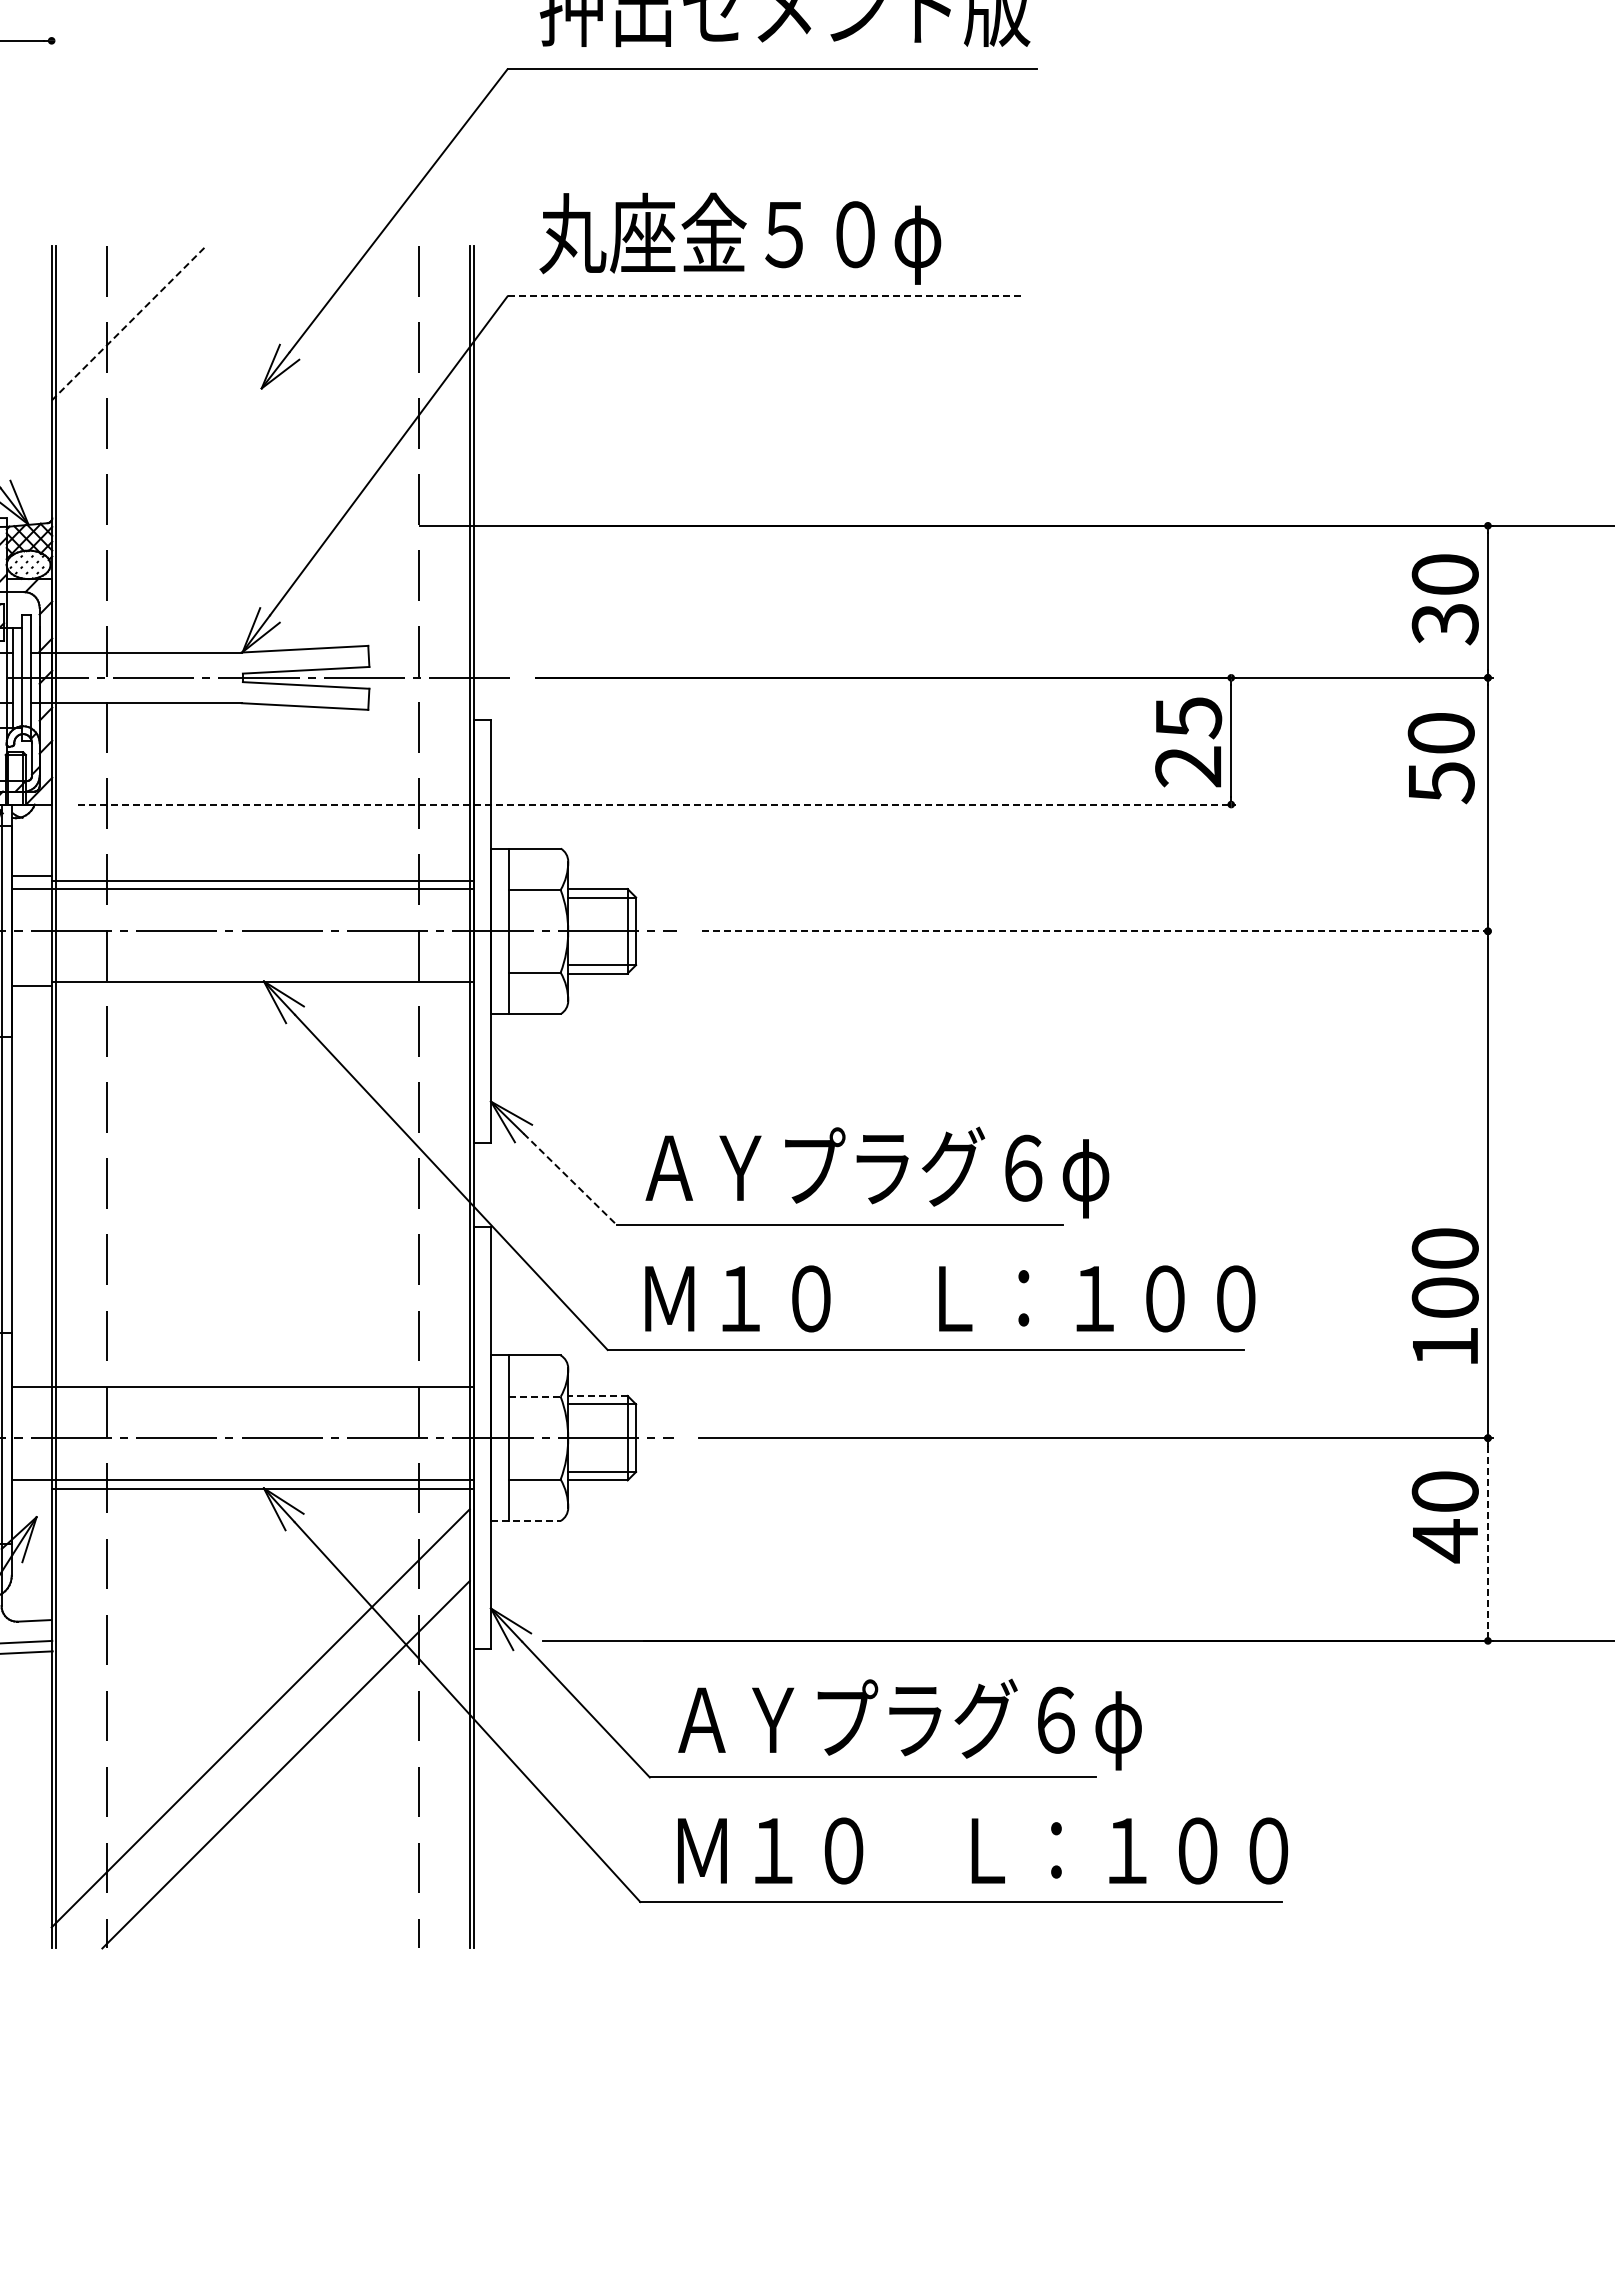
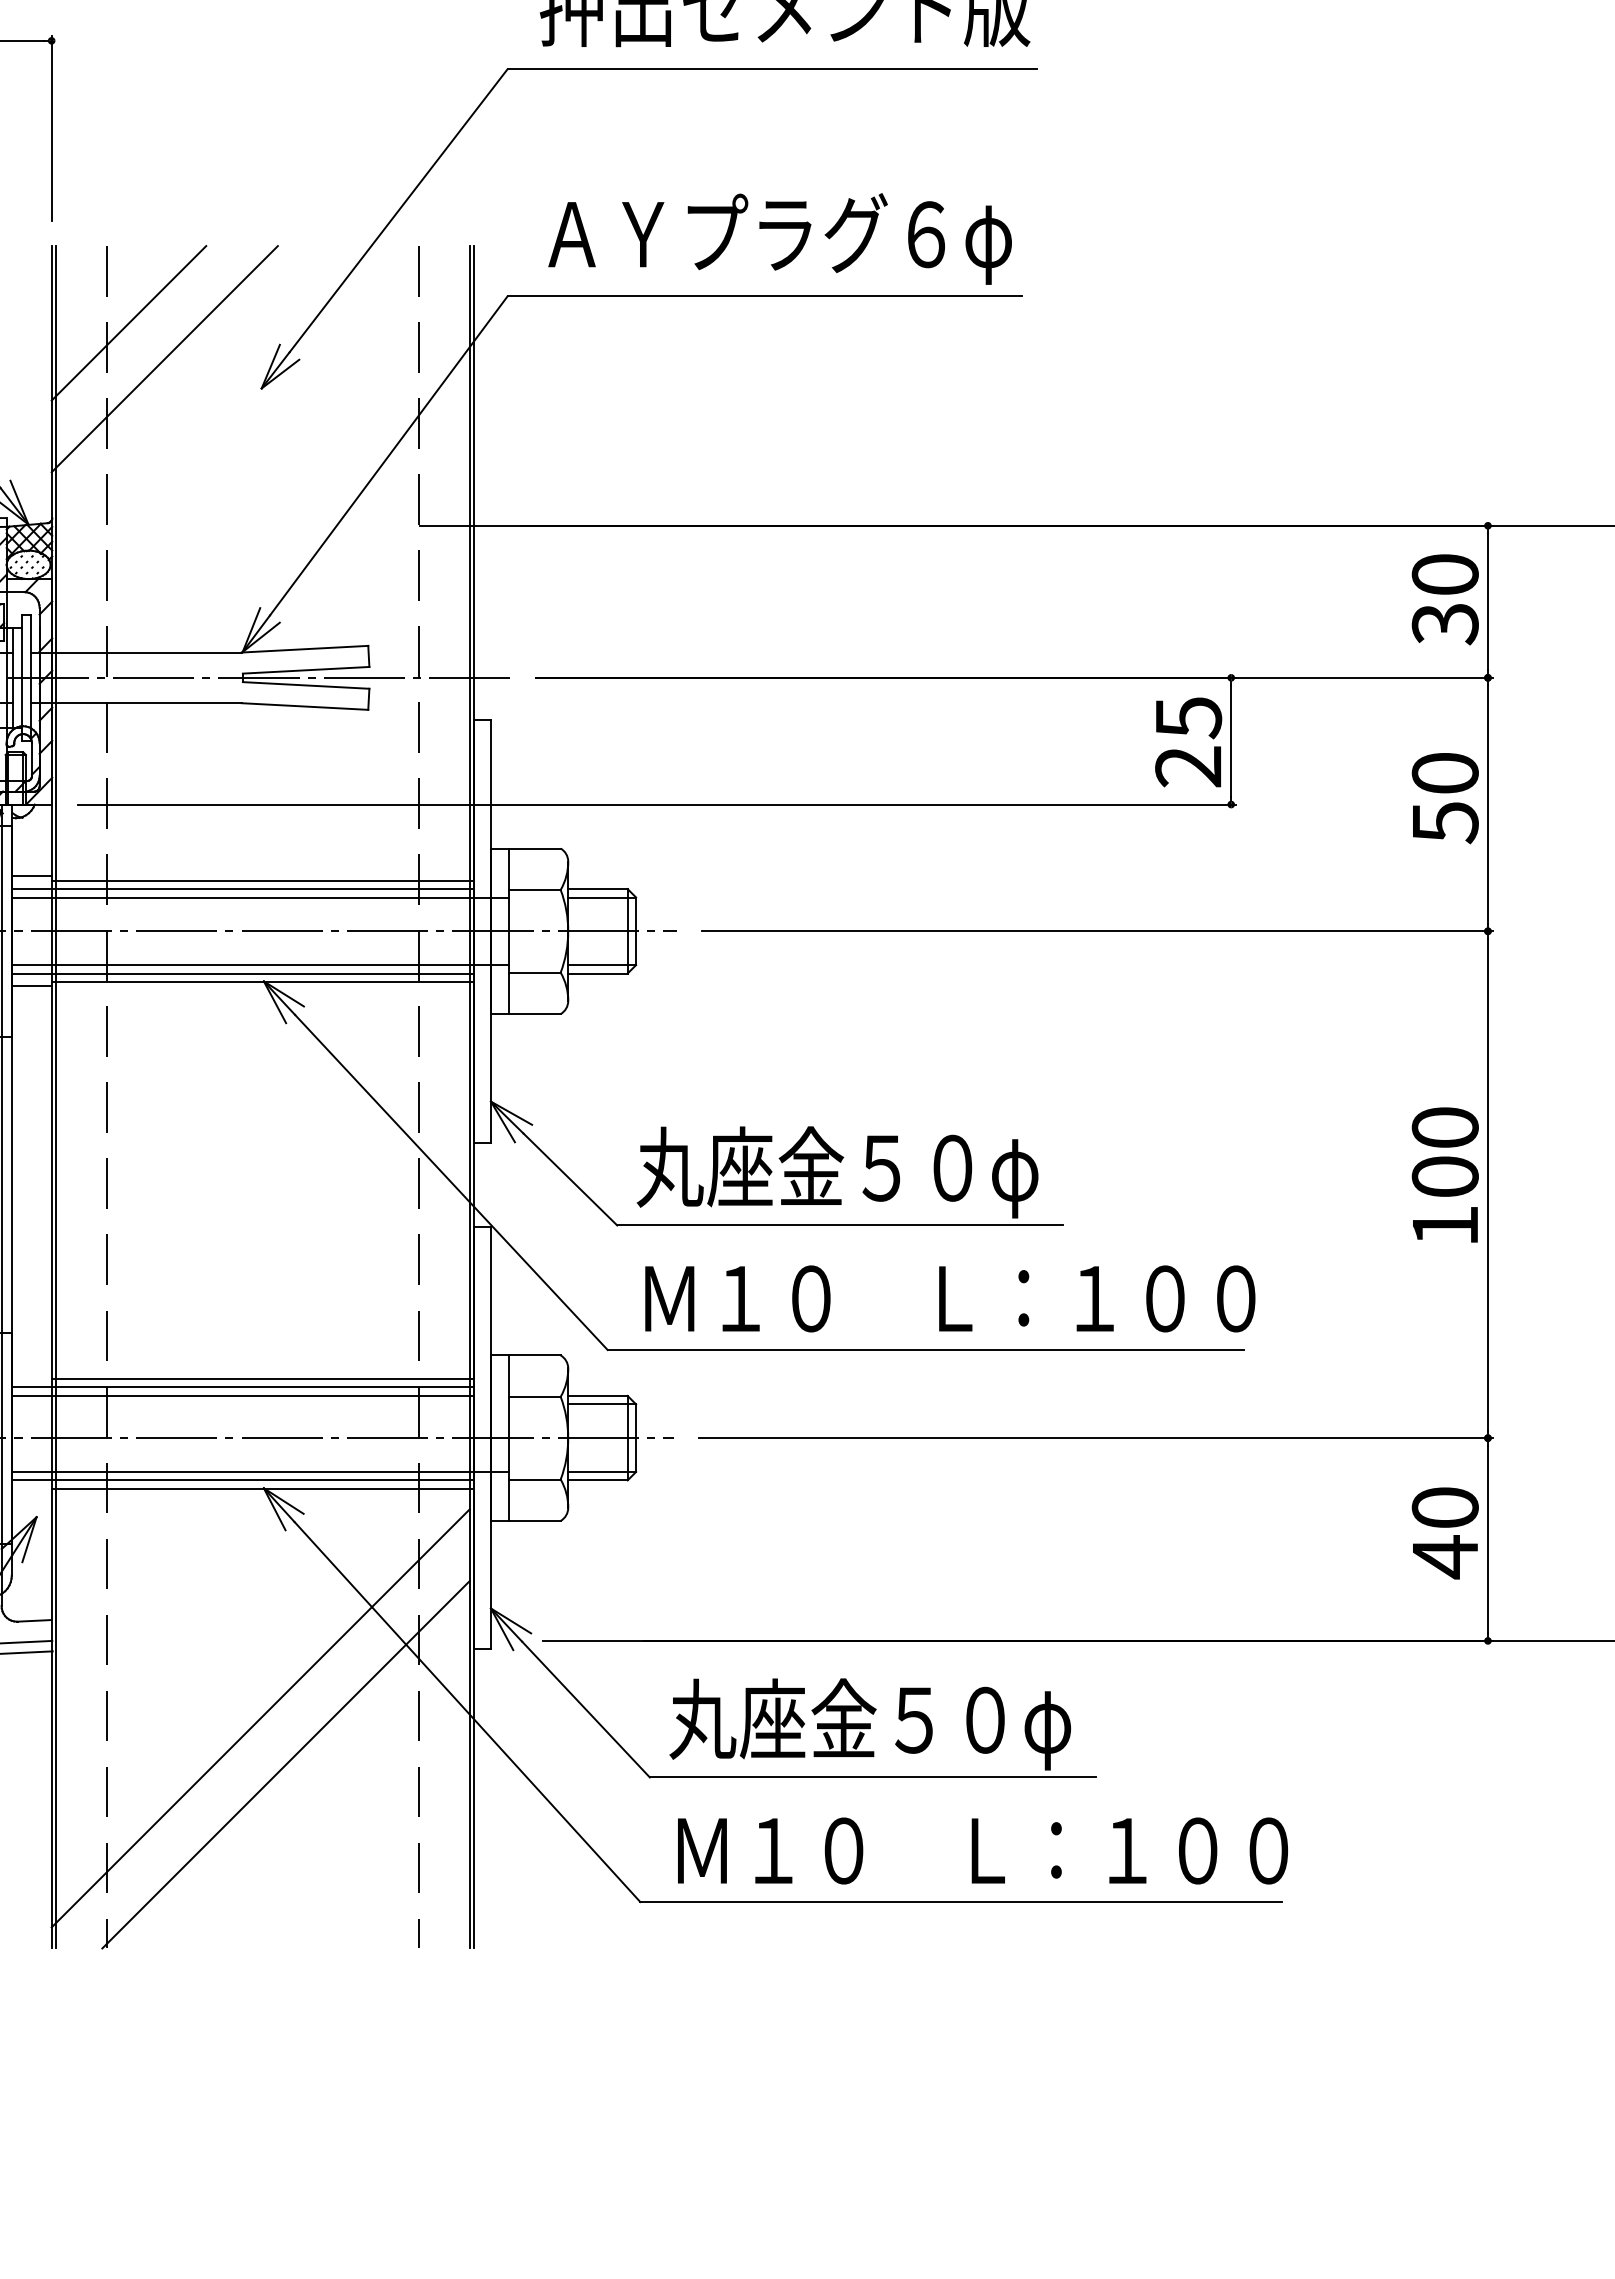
line at (51, 127): none -> present
text at (775, 238): 丸座金５０φ -> ＡＹプラグ６φ
line at (765, 296): dashed -> solid
line at (129, 322): dashed -> solid
line at (164, 359): none -> present
text at (1440, 758) position: (1440, 758) -> (1444, 798)
line at (657, 804): dashed -> solid
line at (260, 897): none -> present
line at (1097, 931): dashed -> solid
line at (260, 965): none -> present
line at (242, 973): none -> present
text at (872, 1172): ＡＹプラグ６φ -> 丸座金５０φ
line at (570, 1179): dashed -> solid
text at (1444, 1295) position: (1444, 1295) -> (1444, 1174)
line at (262, 1379): none -> present
line at (242, 1395): none -> present
line at (597, 1395): dashed -> solid
line at (534, 1396): dashed -> solid
line at (260, 1471): none -> present
text at (1444, 1517) position: (1444, 1517) -> (1444, 1533)
line at (525, 1520): dashed -> solid
line at (1487, 1539): dashed -> solid
text at (905, 1724): ＡＹプラグ６φ -> 丸座金５０φ
